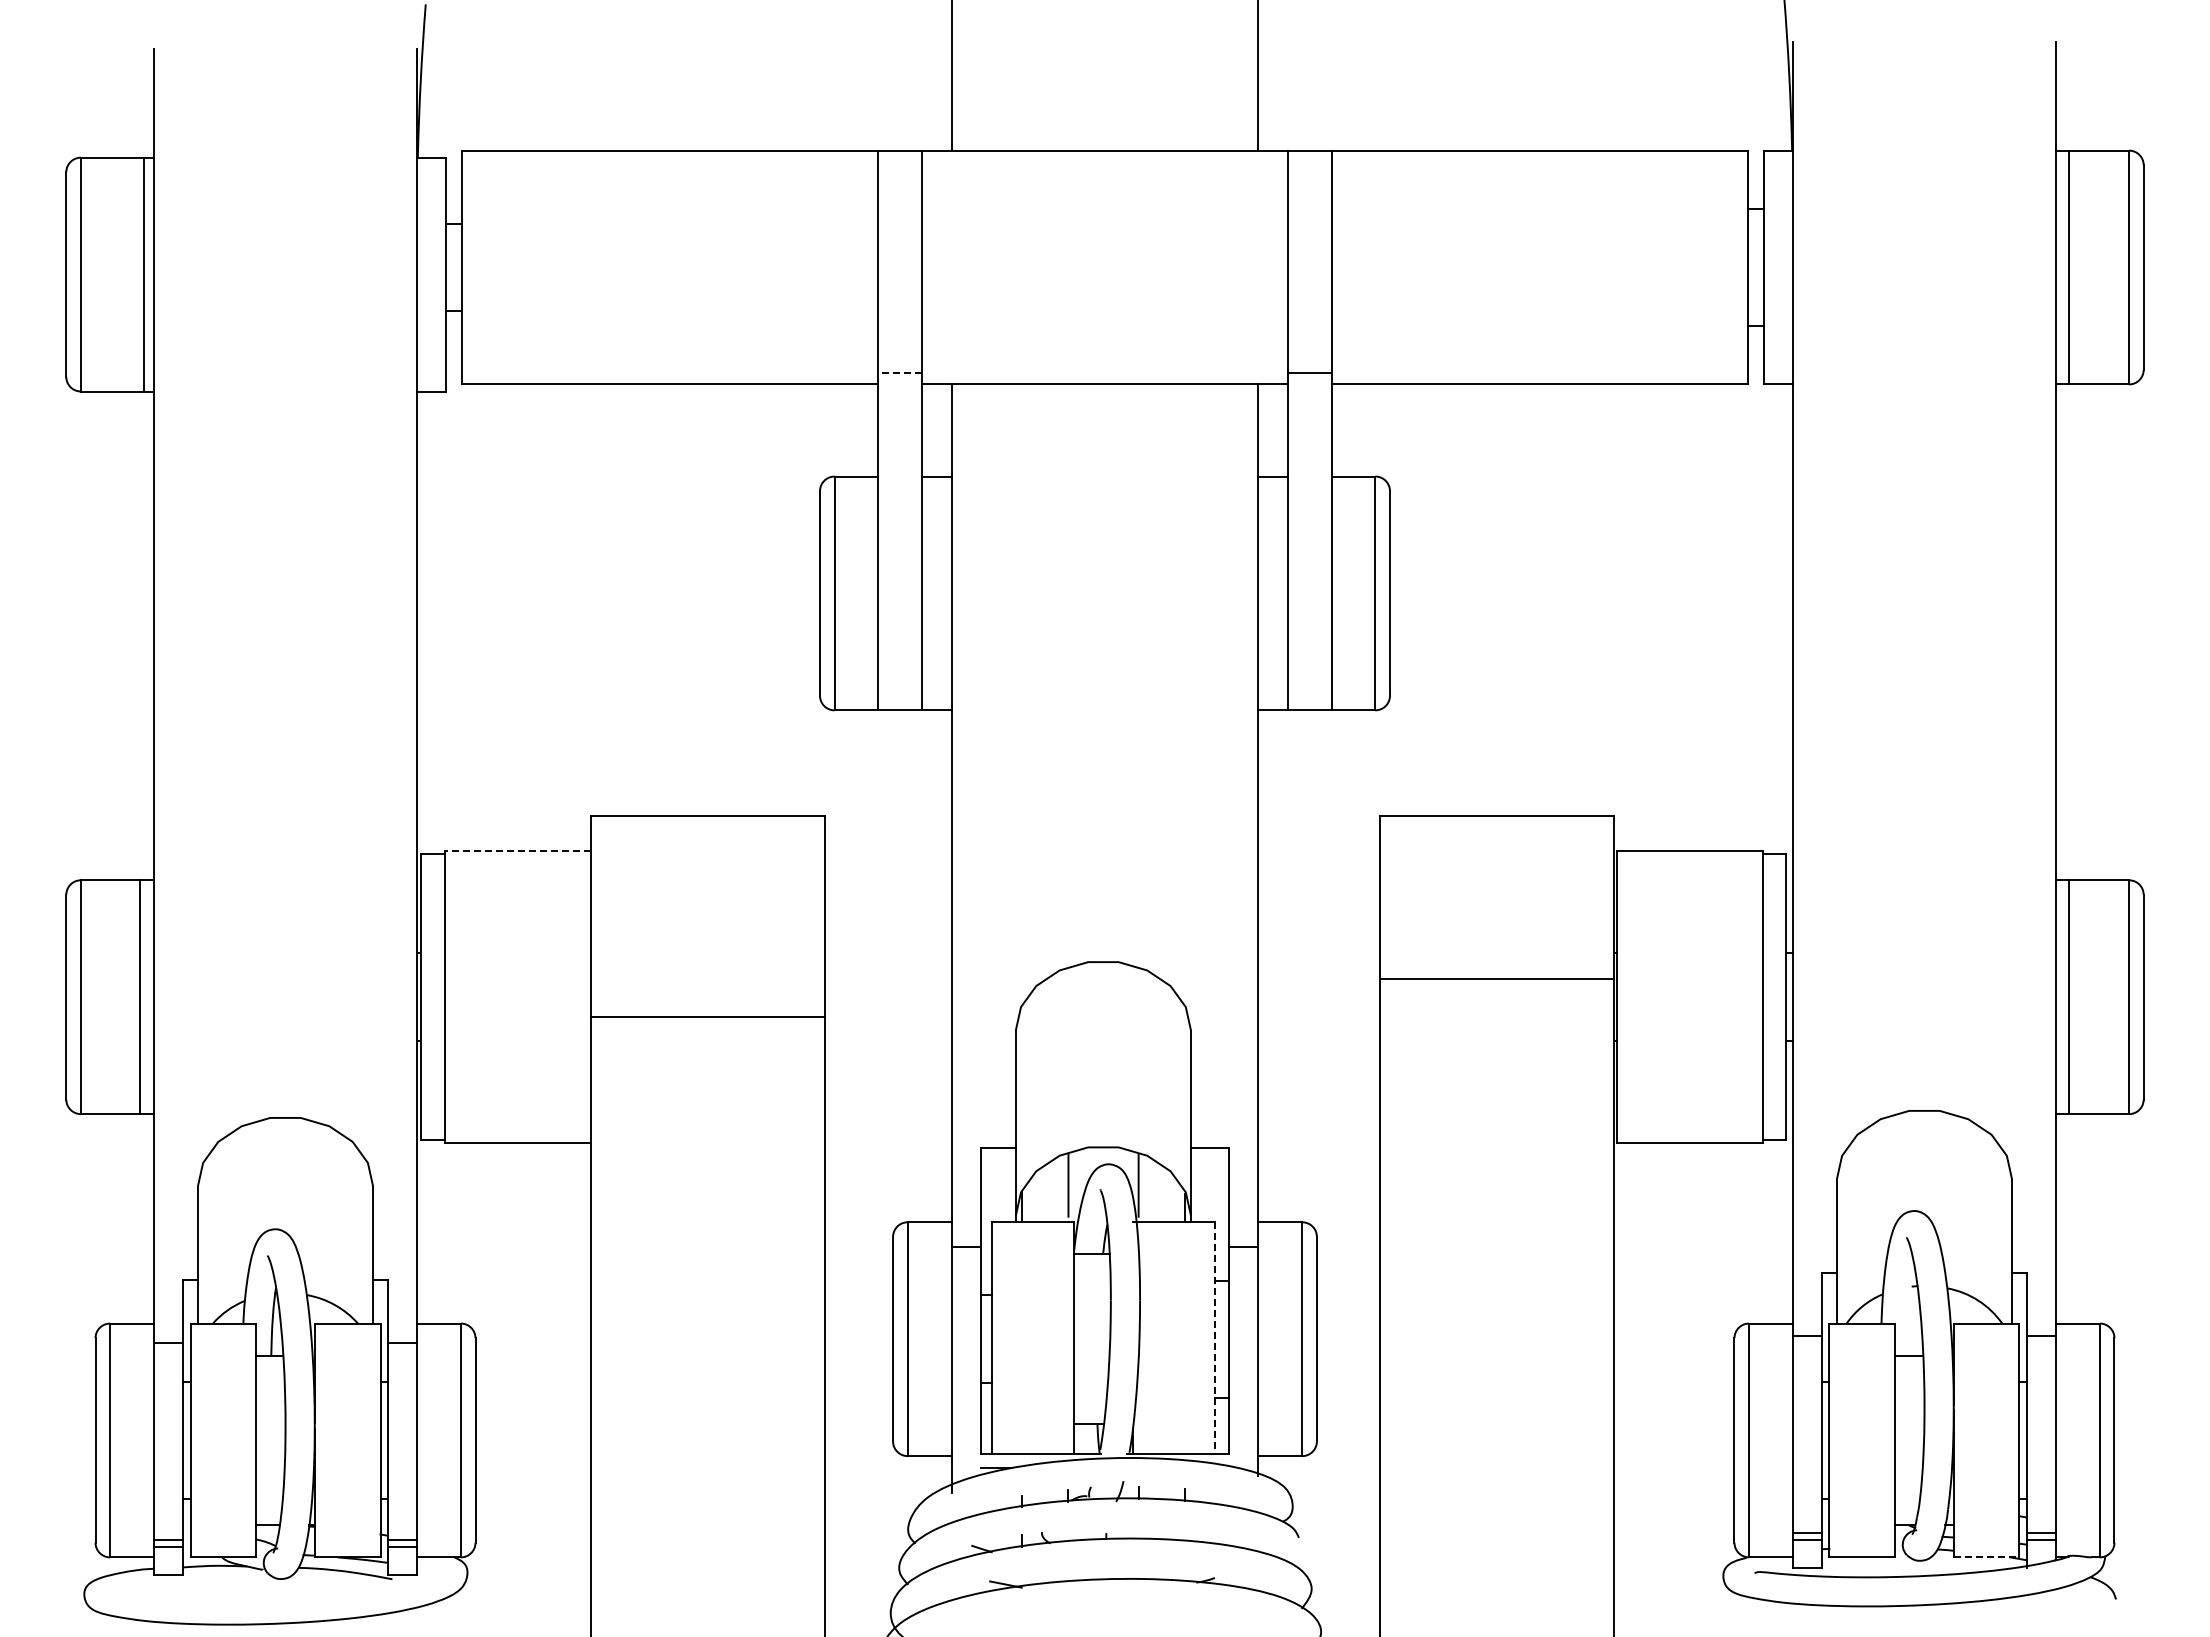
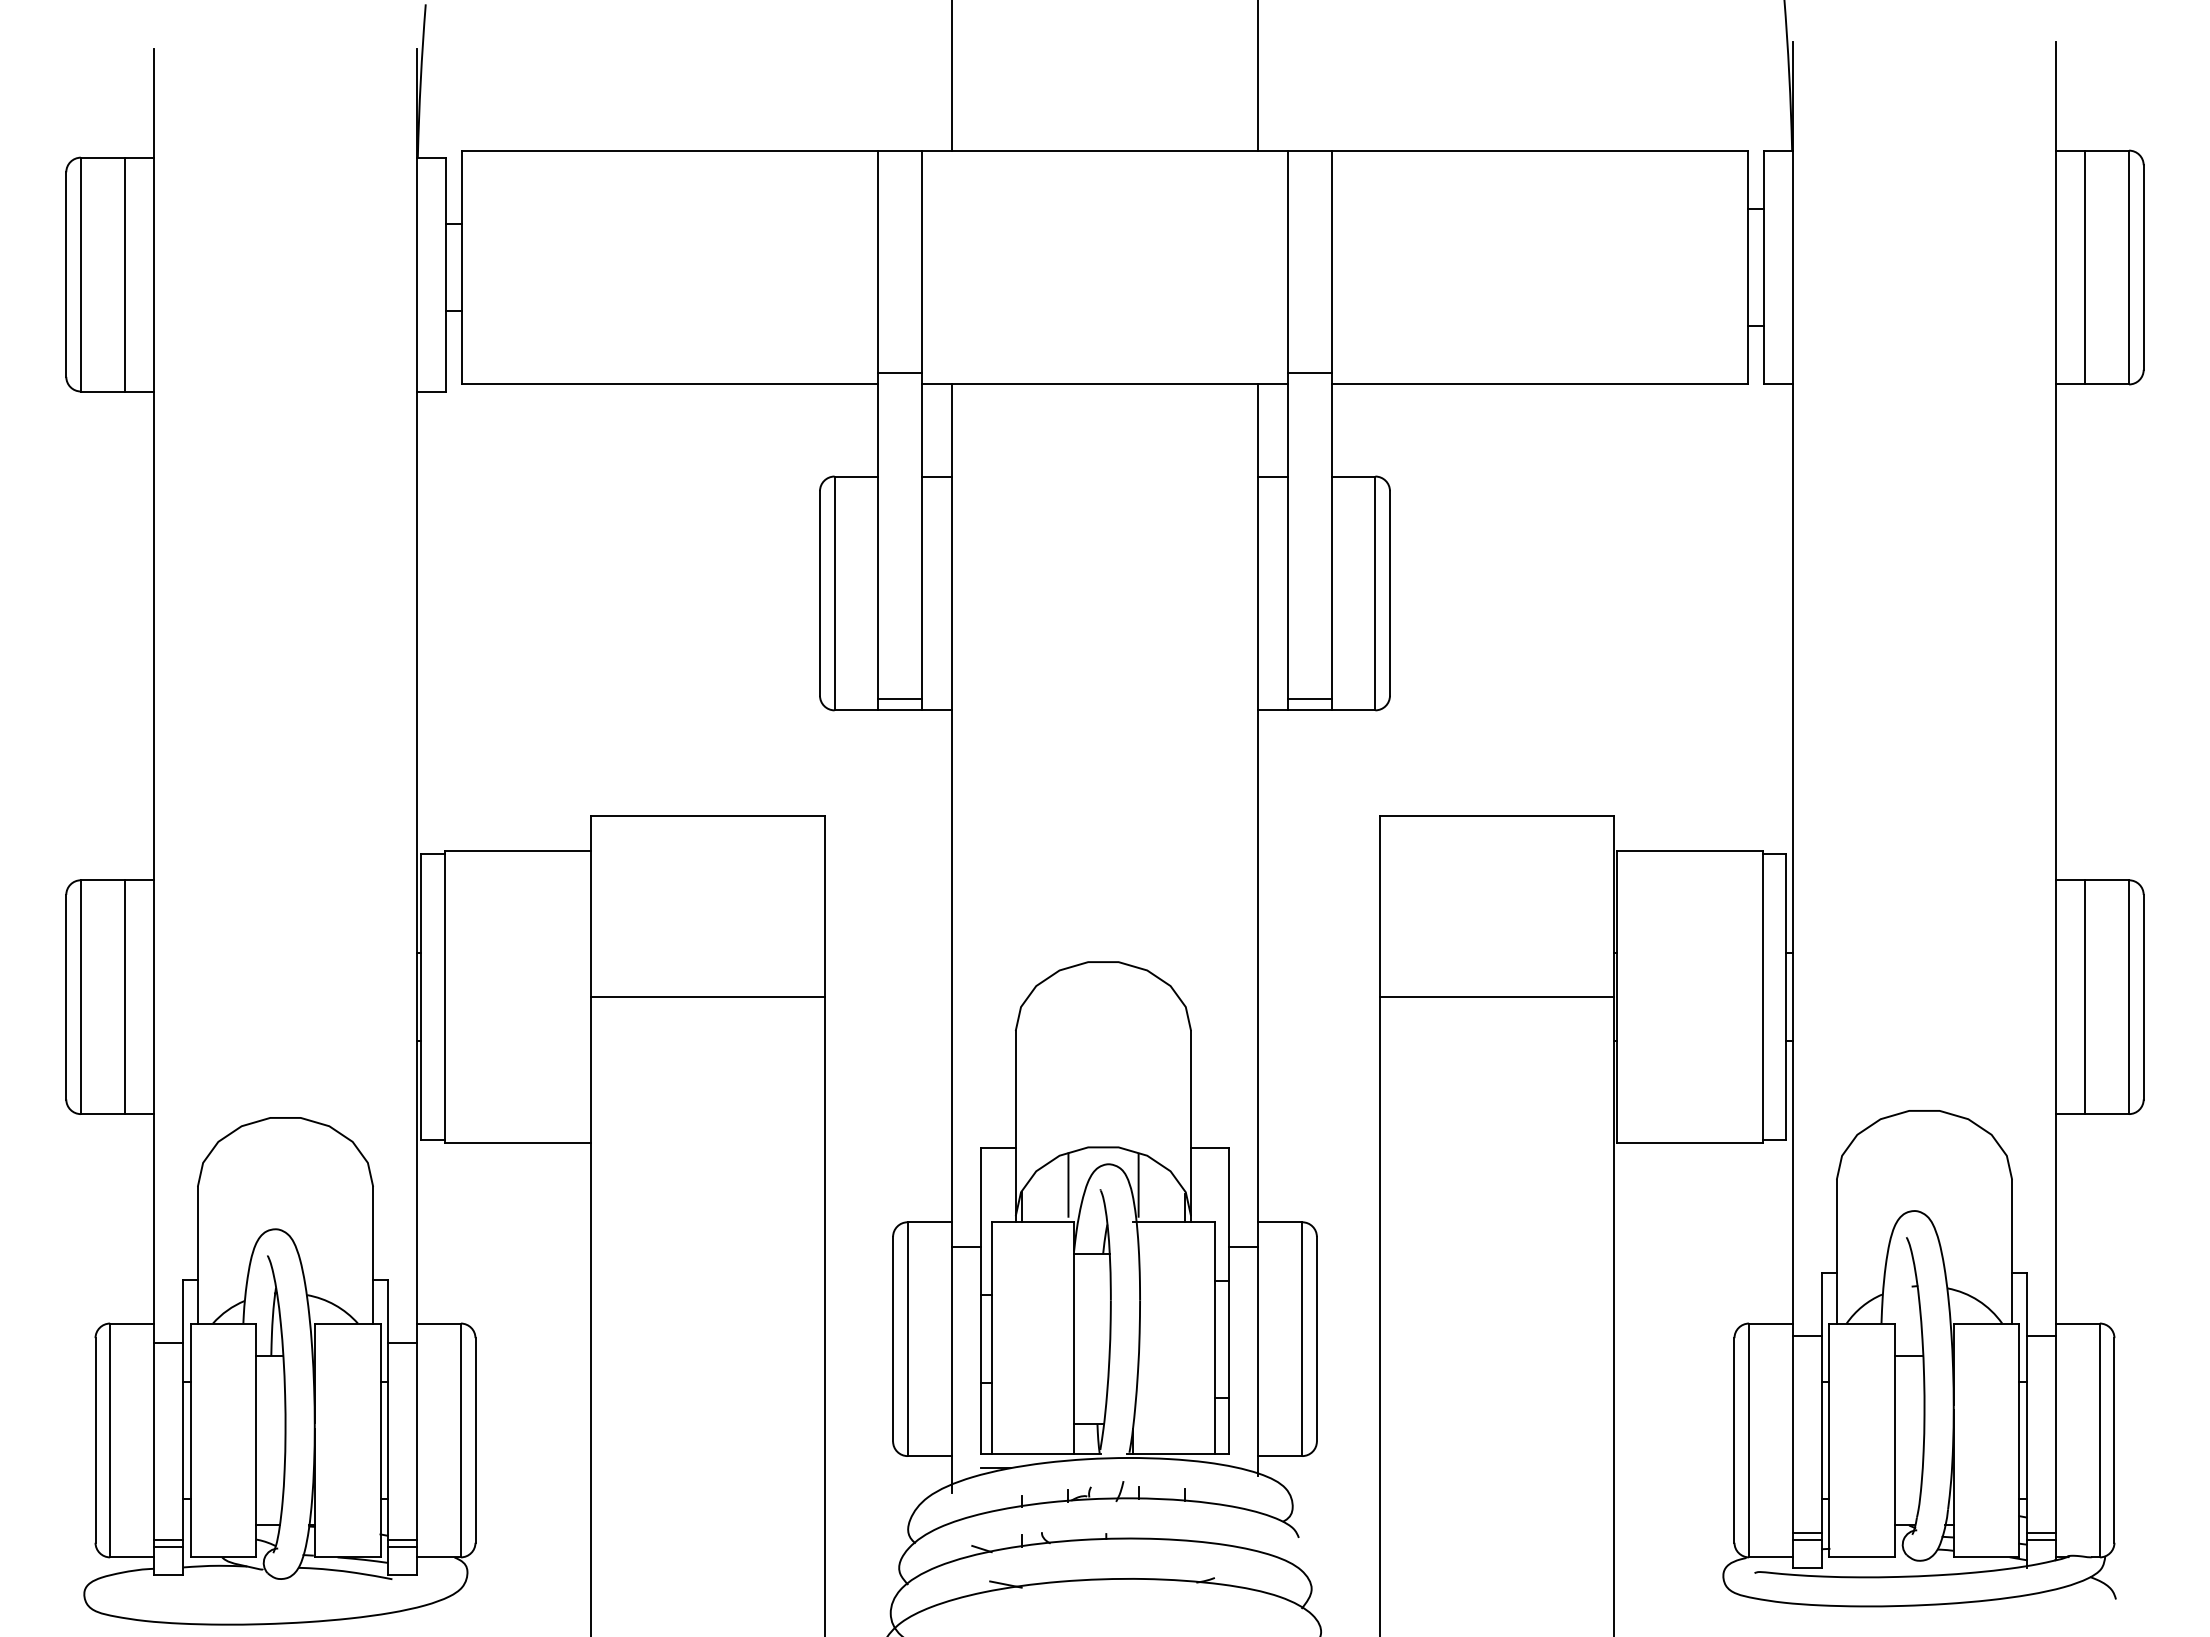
line at (2069, 267) position: (2069, 267) -> (2085, 267)
line at (143, 274) position: (143, 274) -> (124, 274)
line at (900, 373): dashed -> solid
line at (900, 699): none -> present
line at (1309, 699): none -> present
line at (517, 851): dashed -> solid
line at (1497, 979) position: (1497, 979) -> (1497, 997)
line at (139, 997) position: (139, 997) -> (124, 997)
line at (2069, 997) position: (2069, 997) -> (2085, 997)
line at (707, 1017) position: (707, 1017) -> (707, 997)
line at (1214, 1338): dashed -> solid
line at (1986, 1557): dashed -> solid
